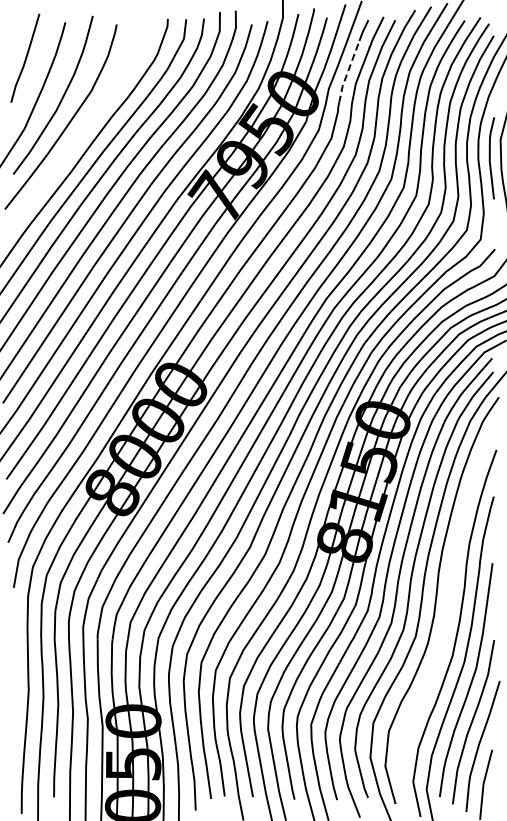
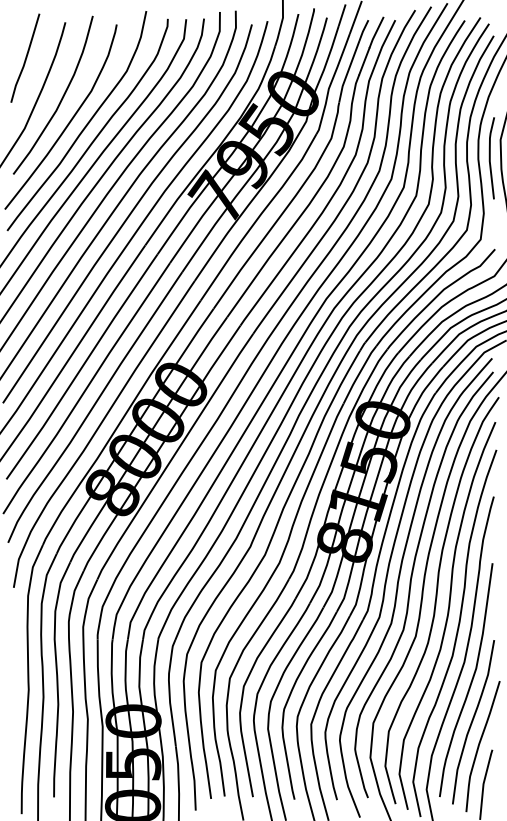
line at (348, 71): dashed -> solid
curve at (84, 126): none -> present
curve at (447, 615): none -> present
